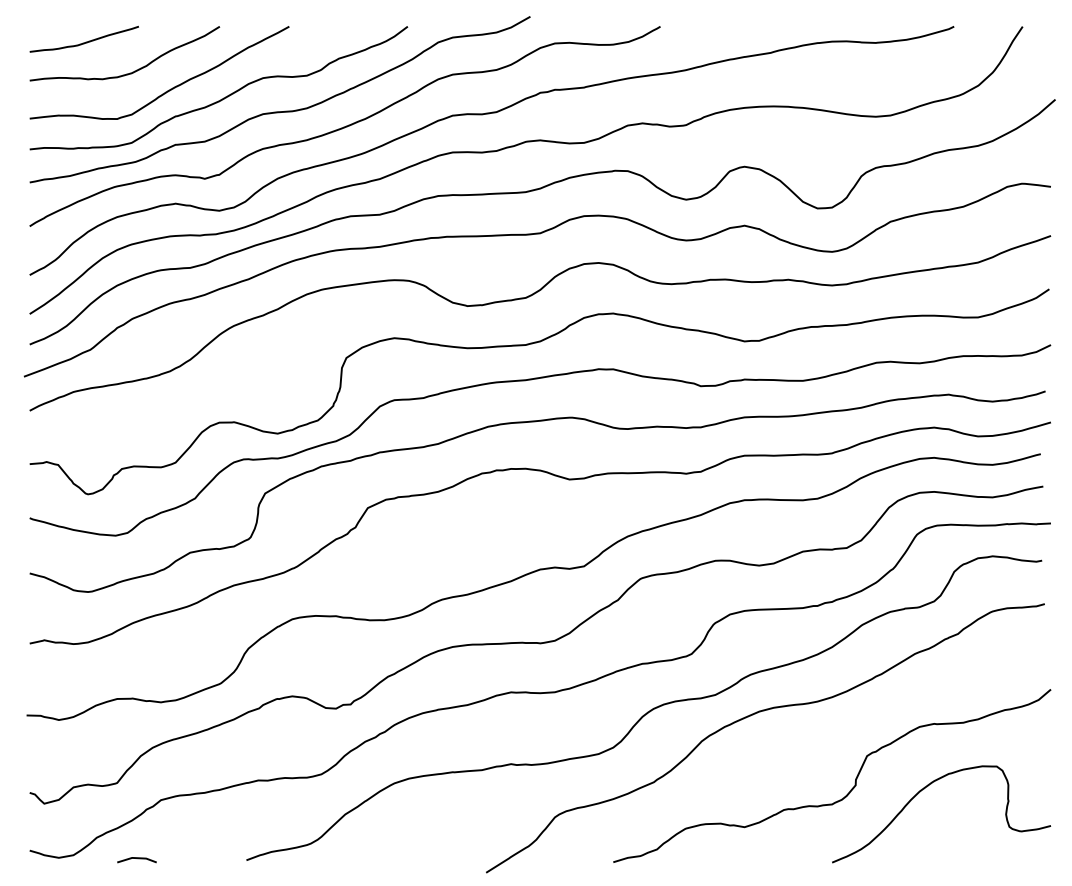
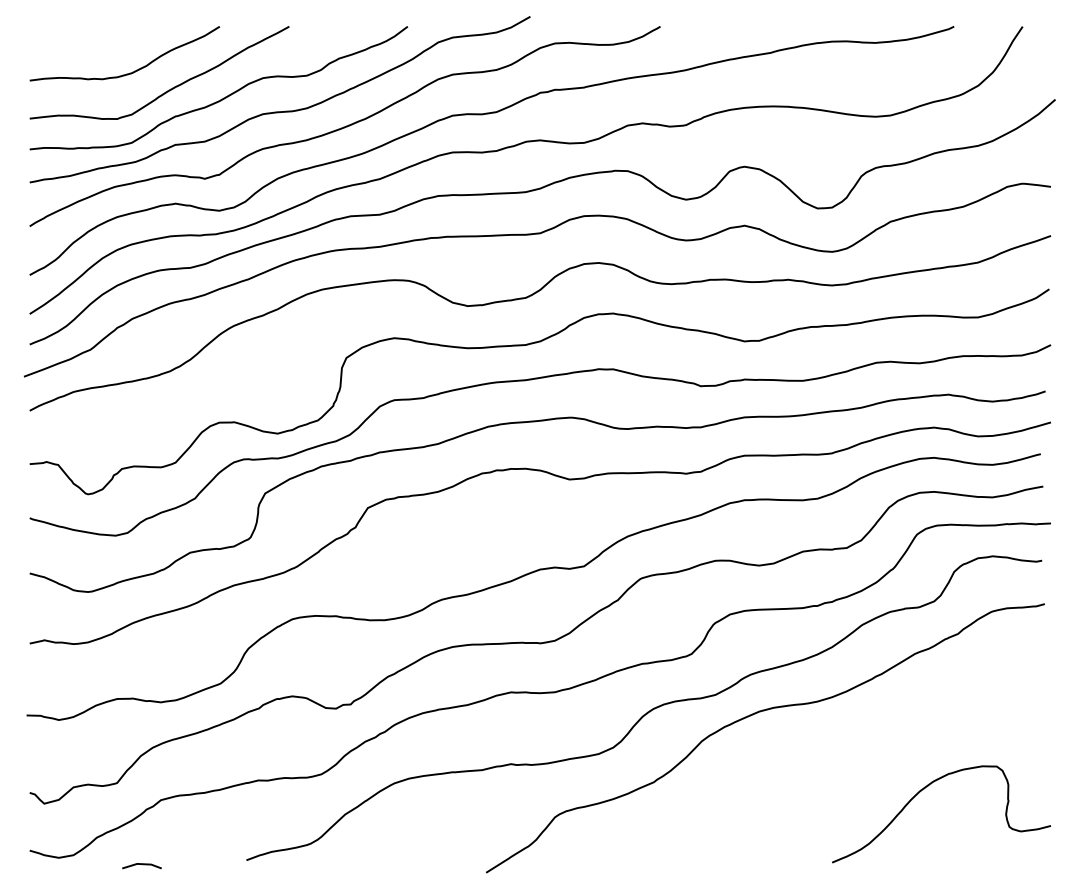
curve at (83, 42): present -> none
curve at (850, 789): present -> none
line at (137, 859) position: (137, 859) -> (142, 865)
